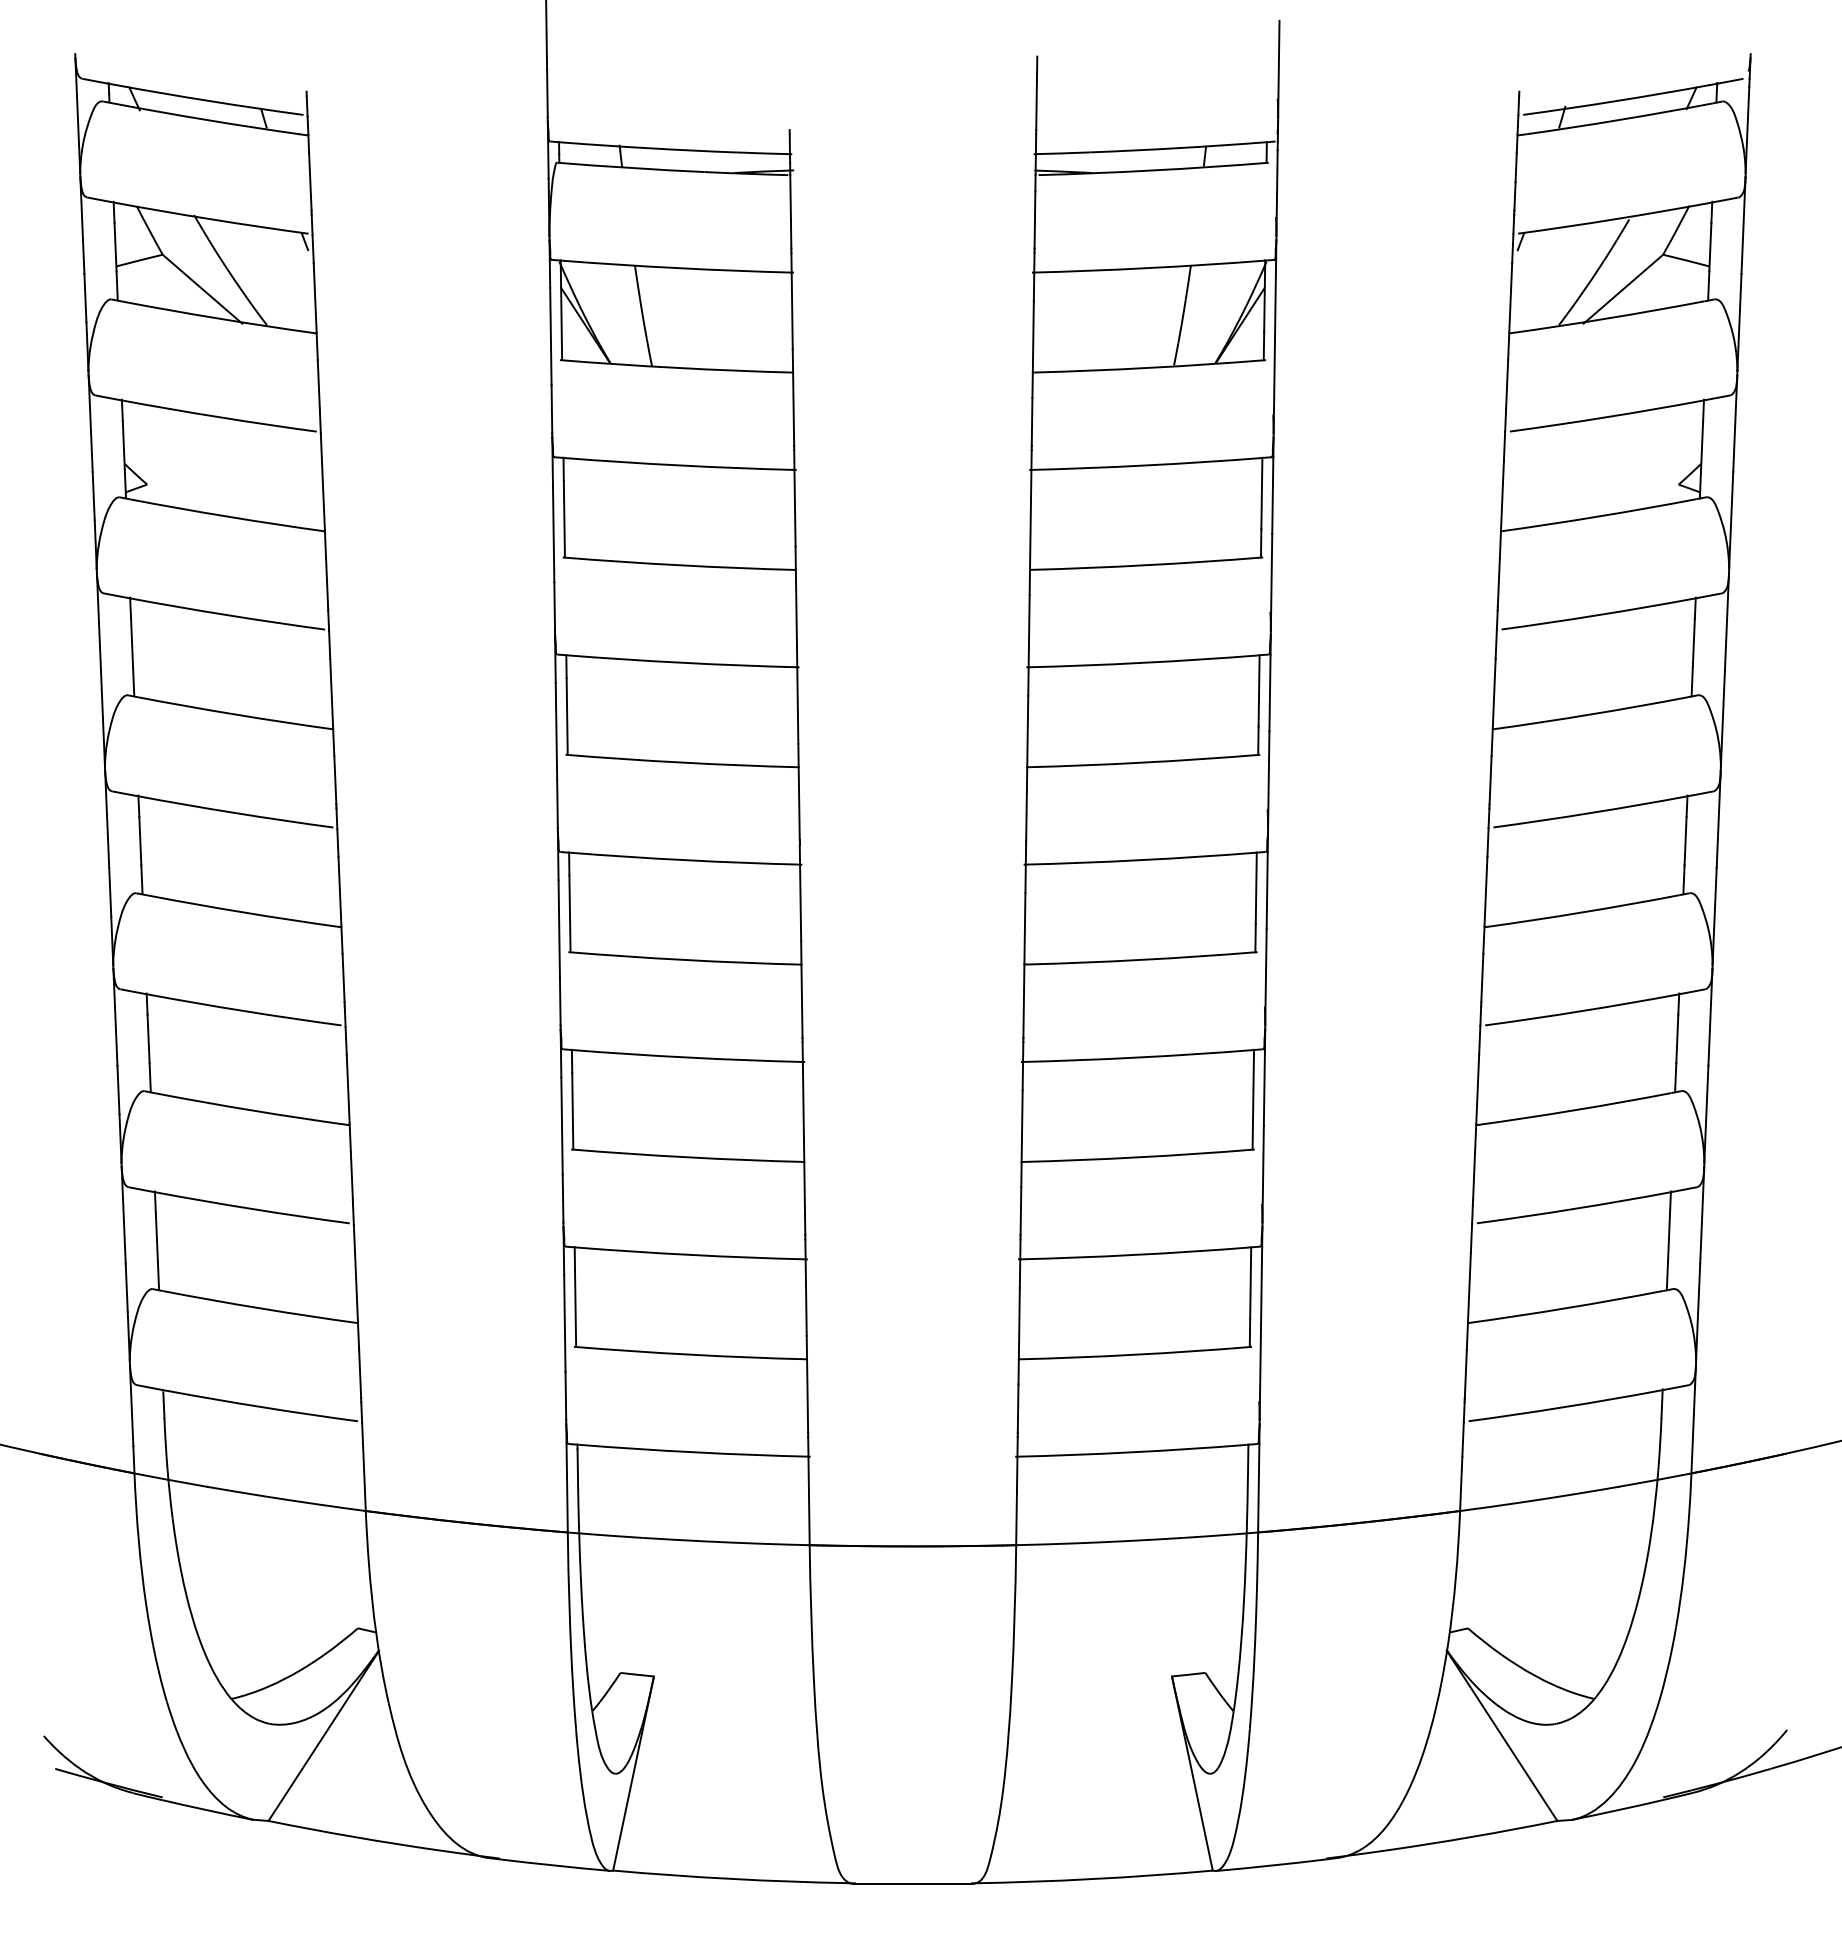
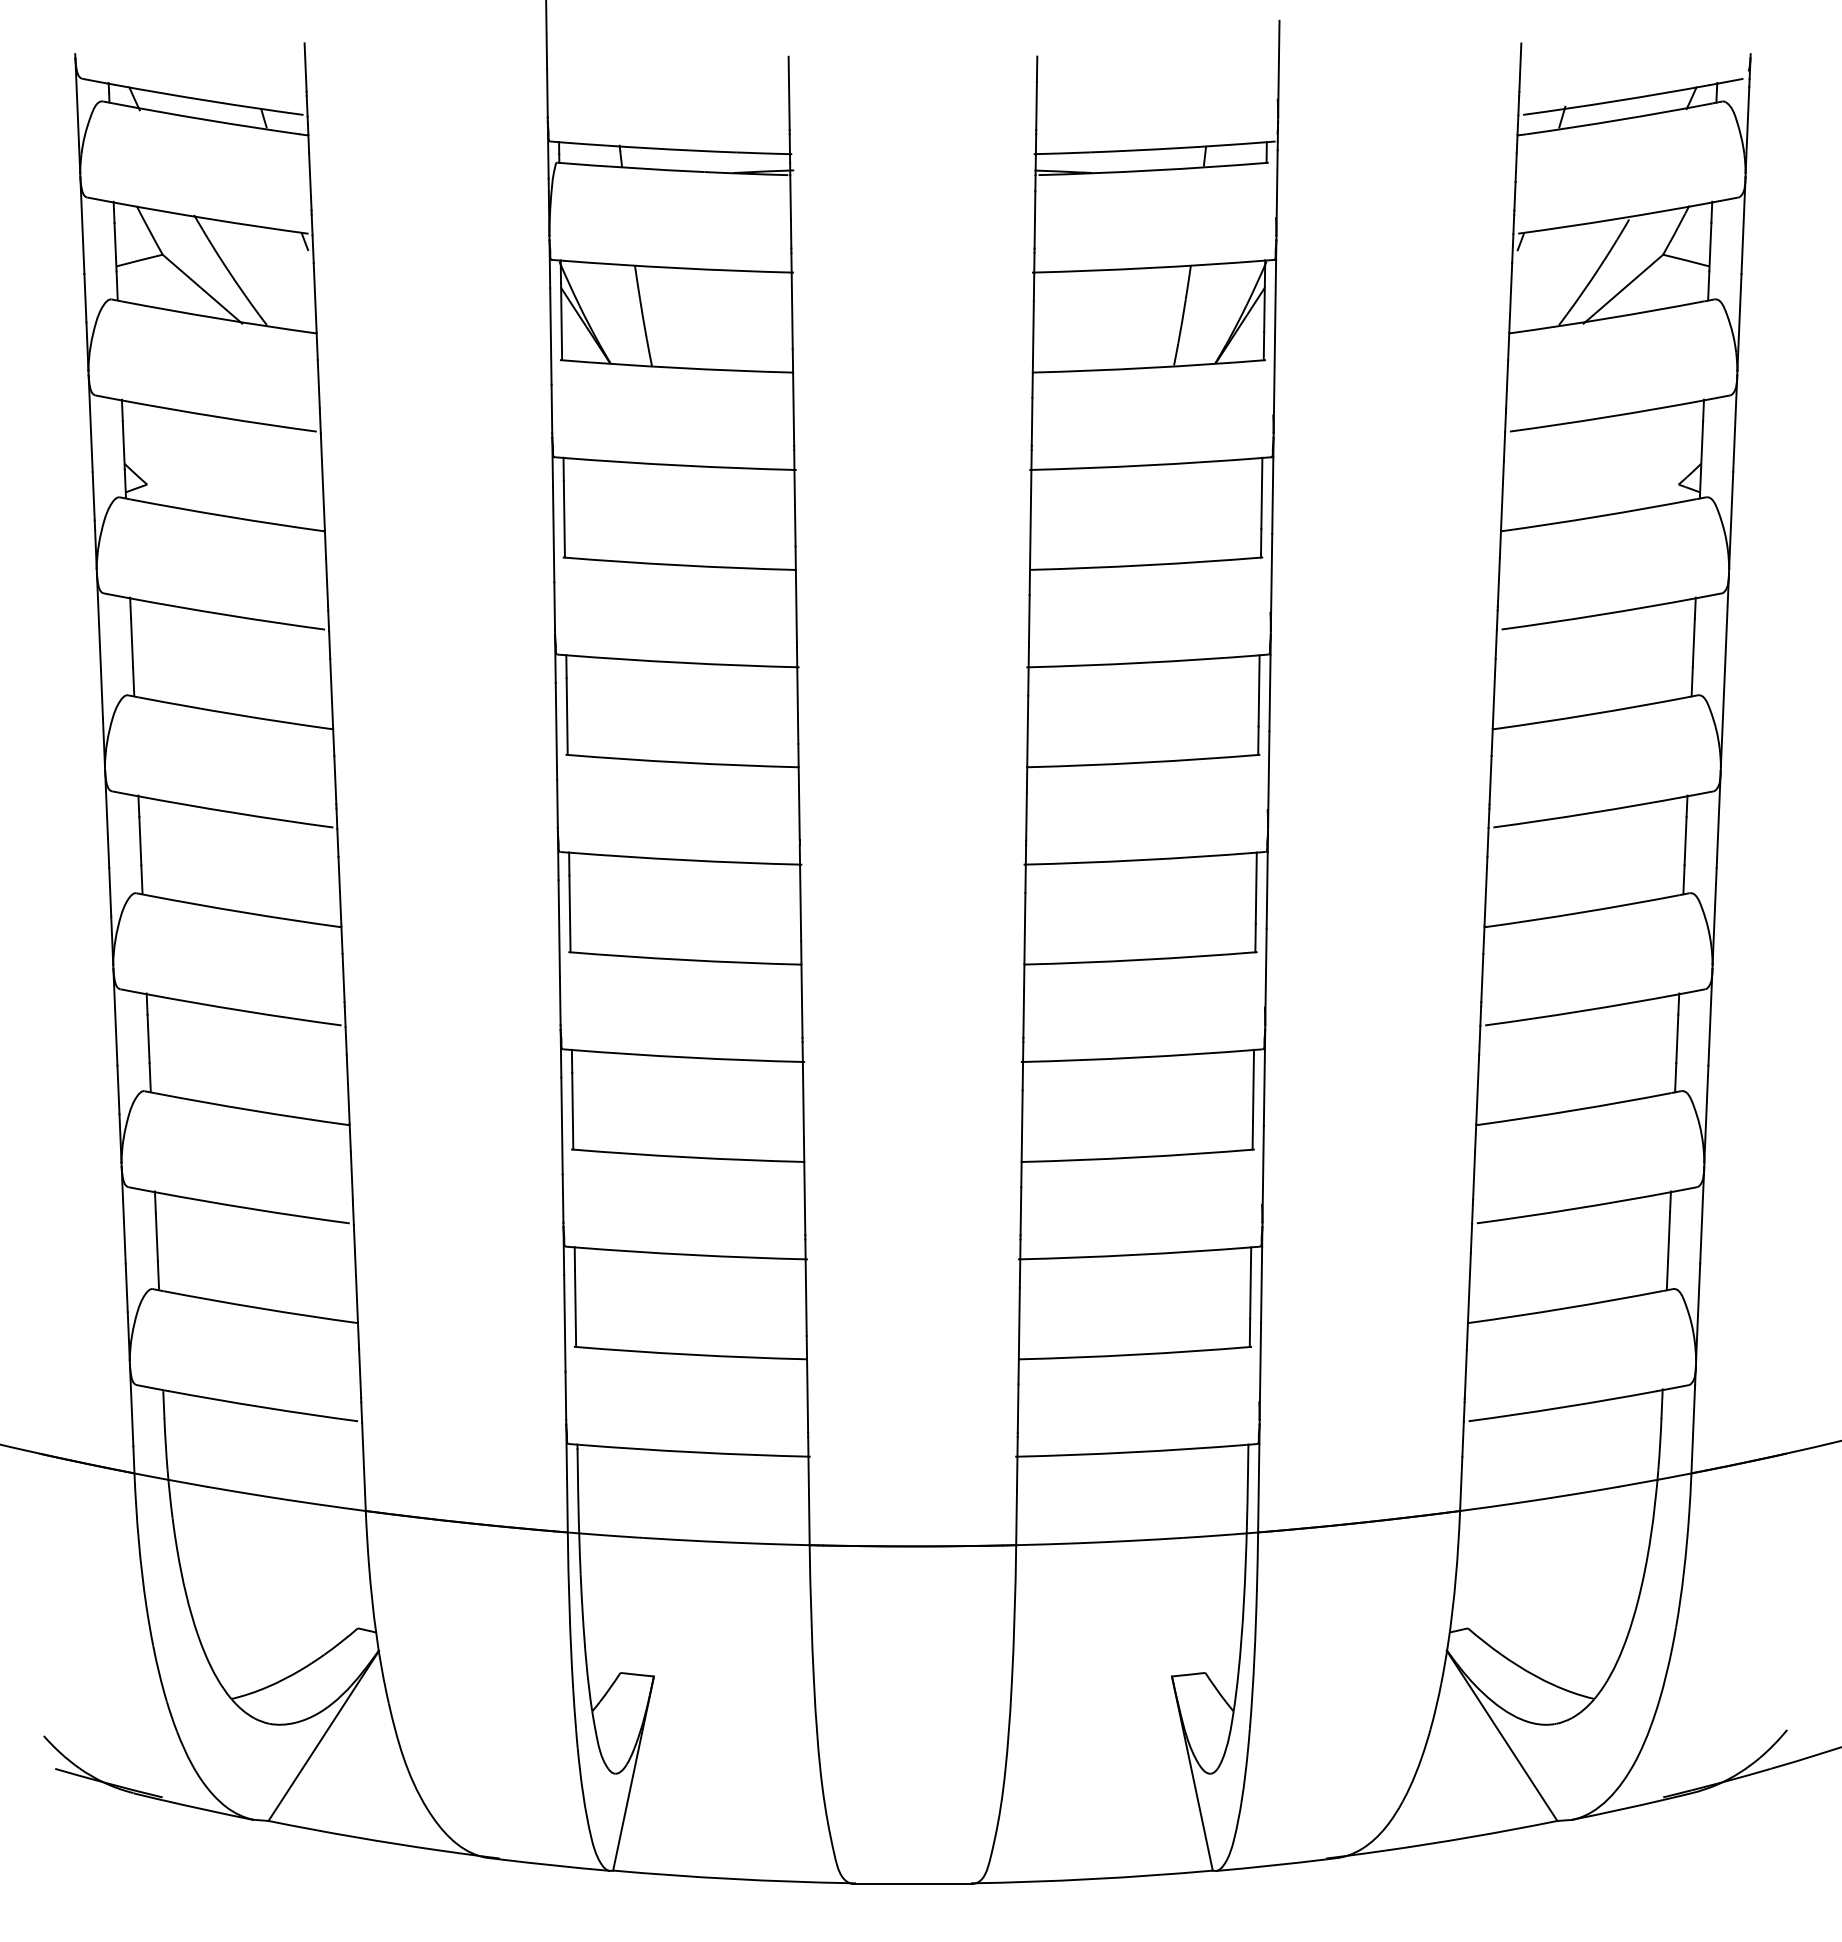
line at (305, 67): none -> present
line at (1520, 67): none -> present
line at (788, 93): none -> present
